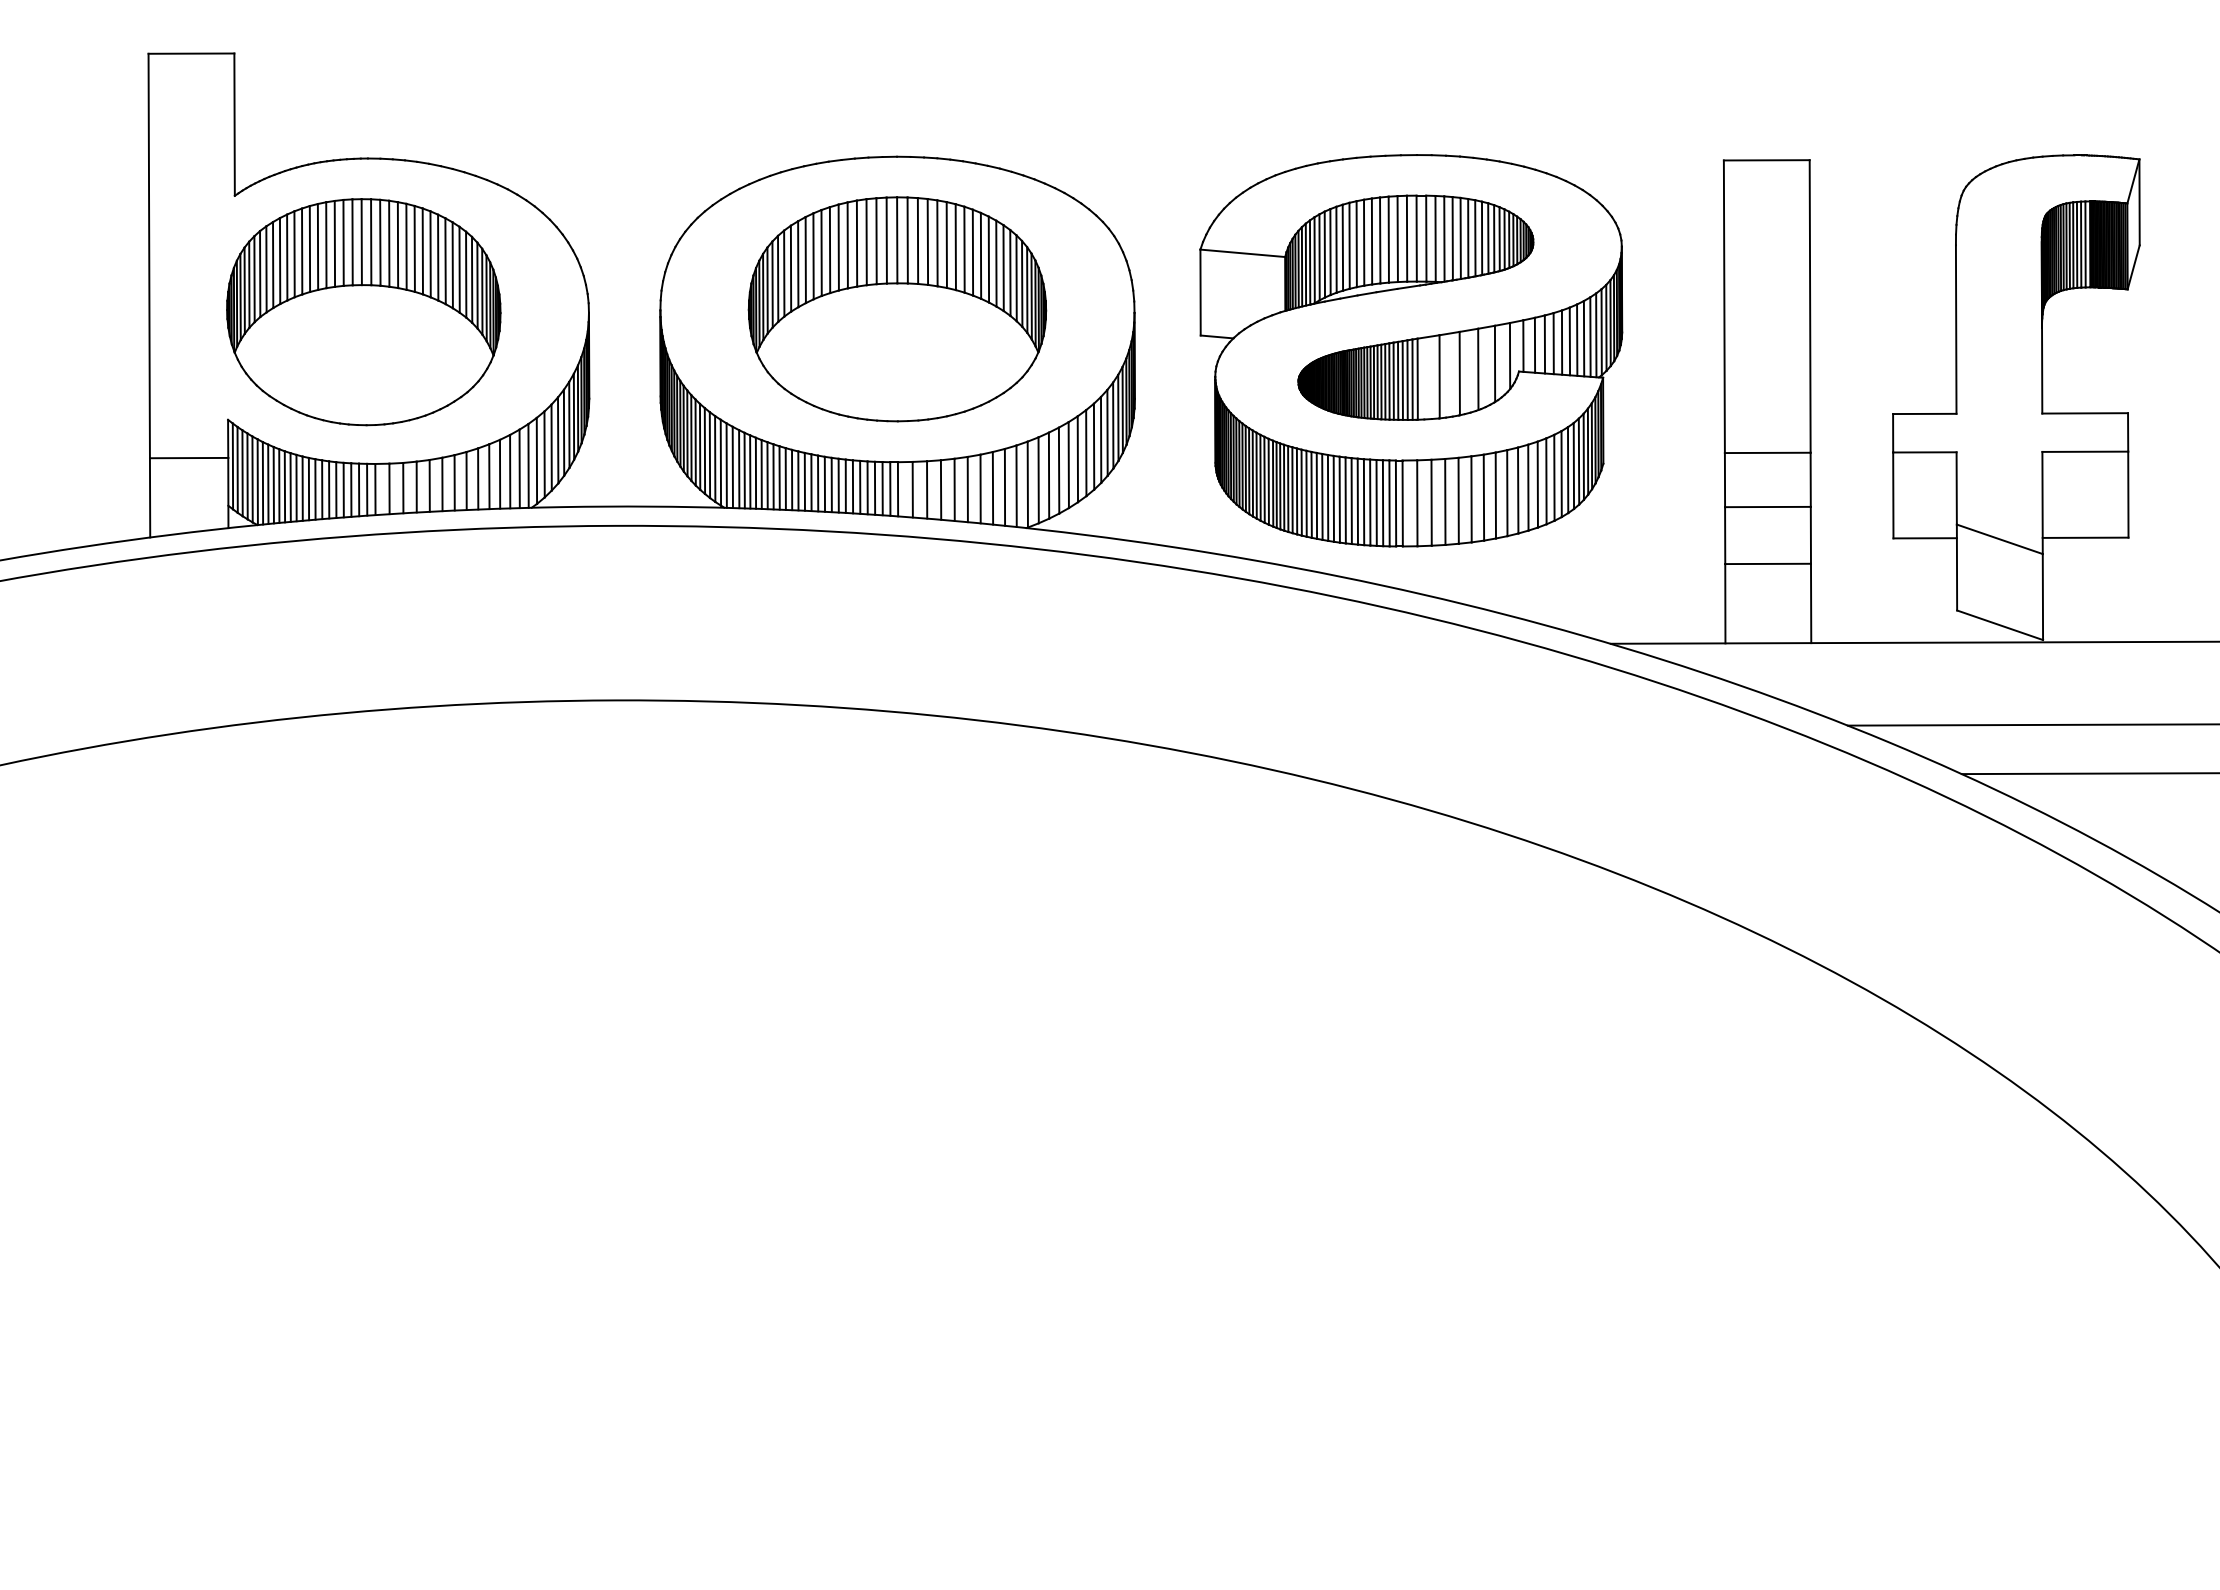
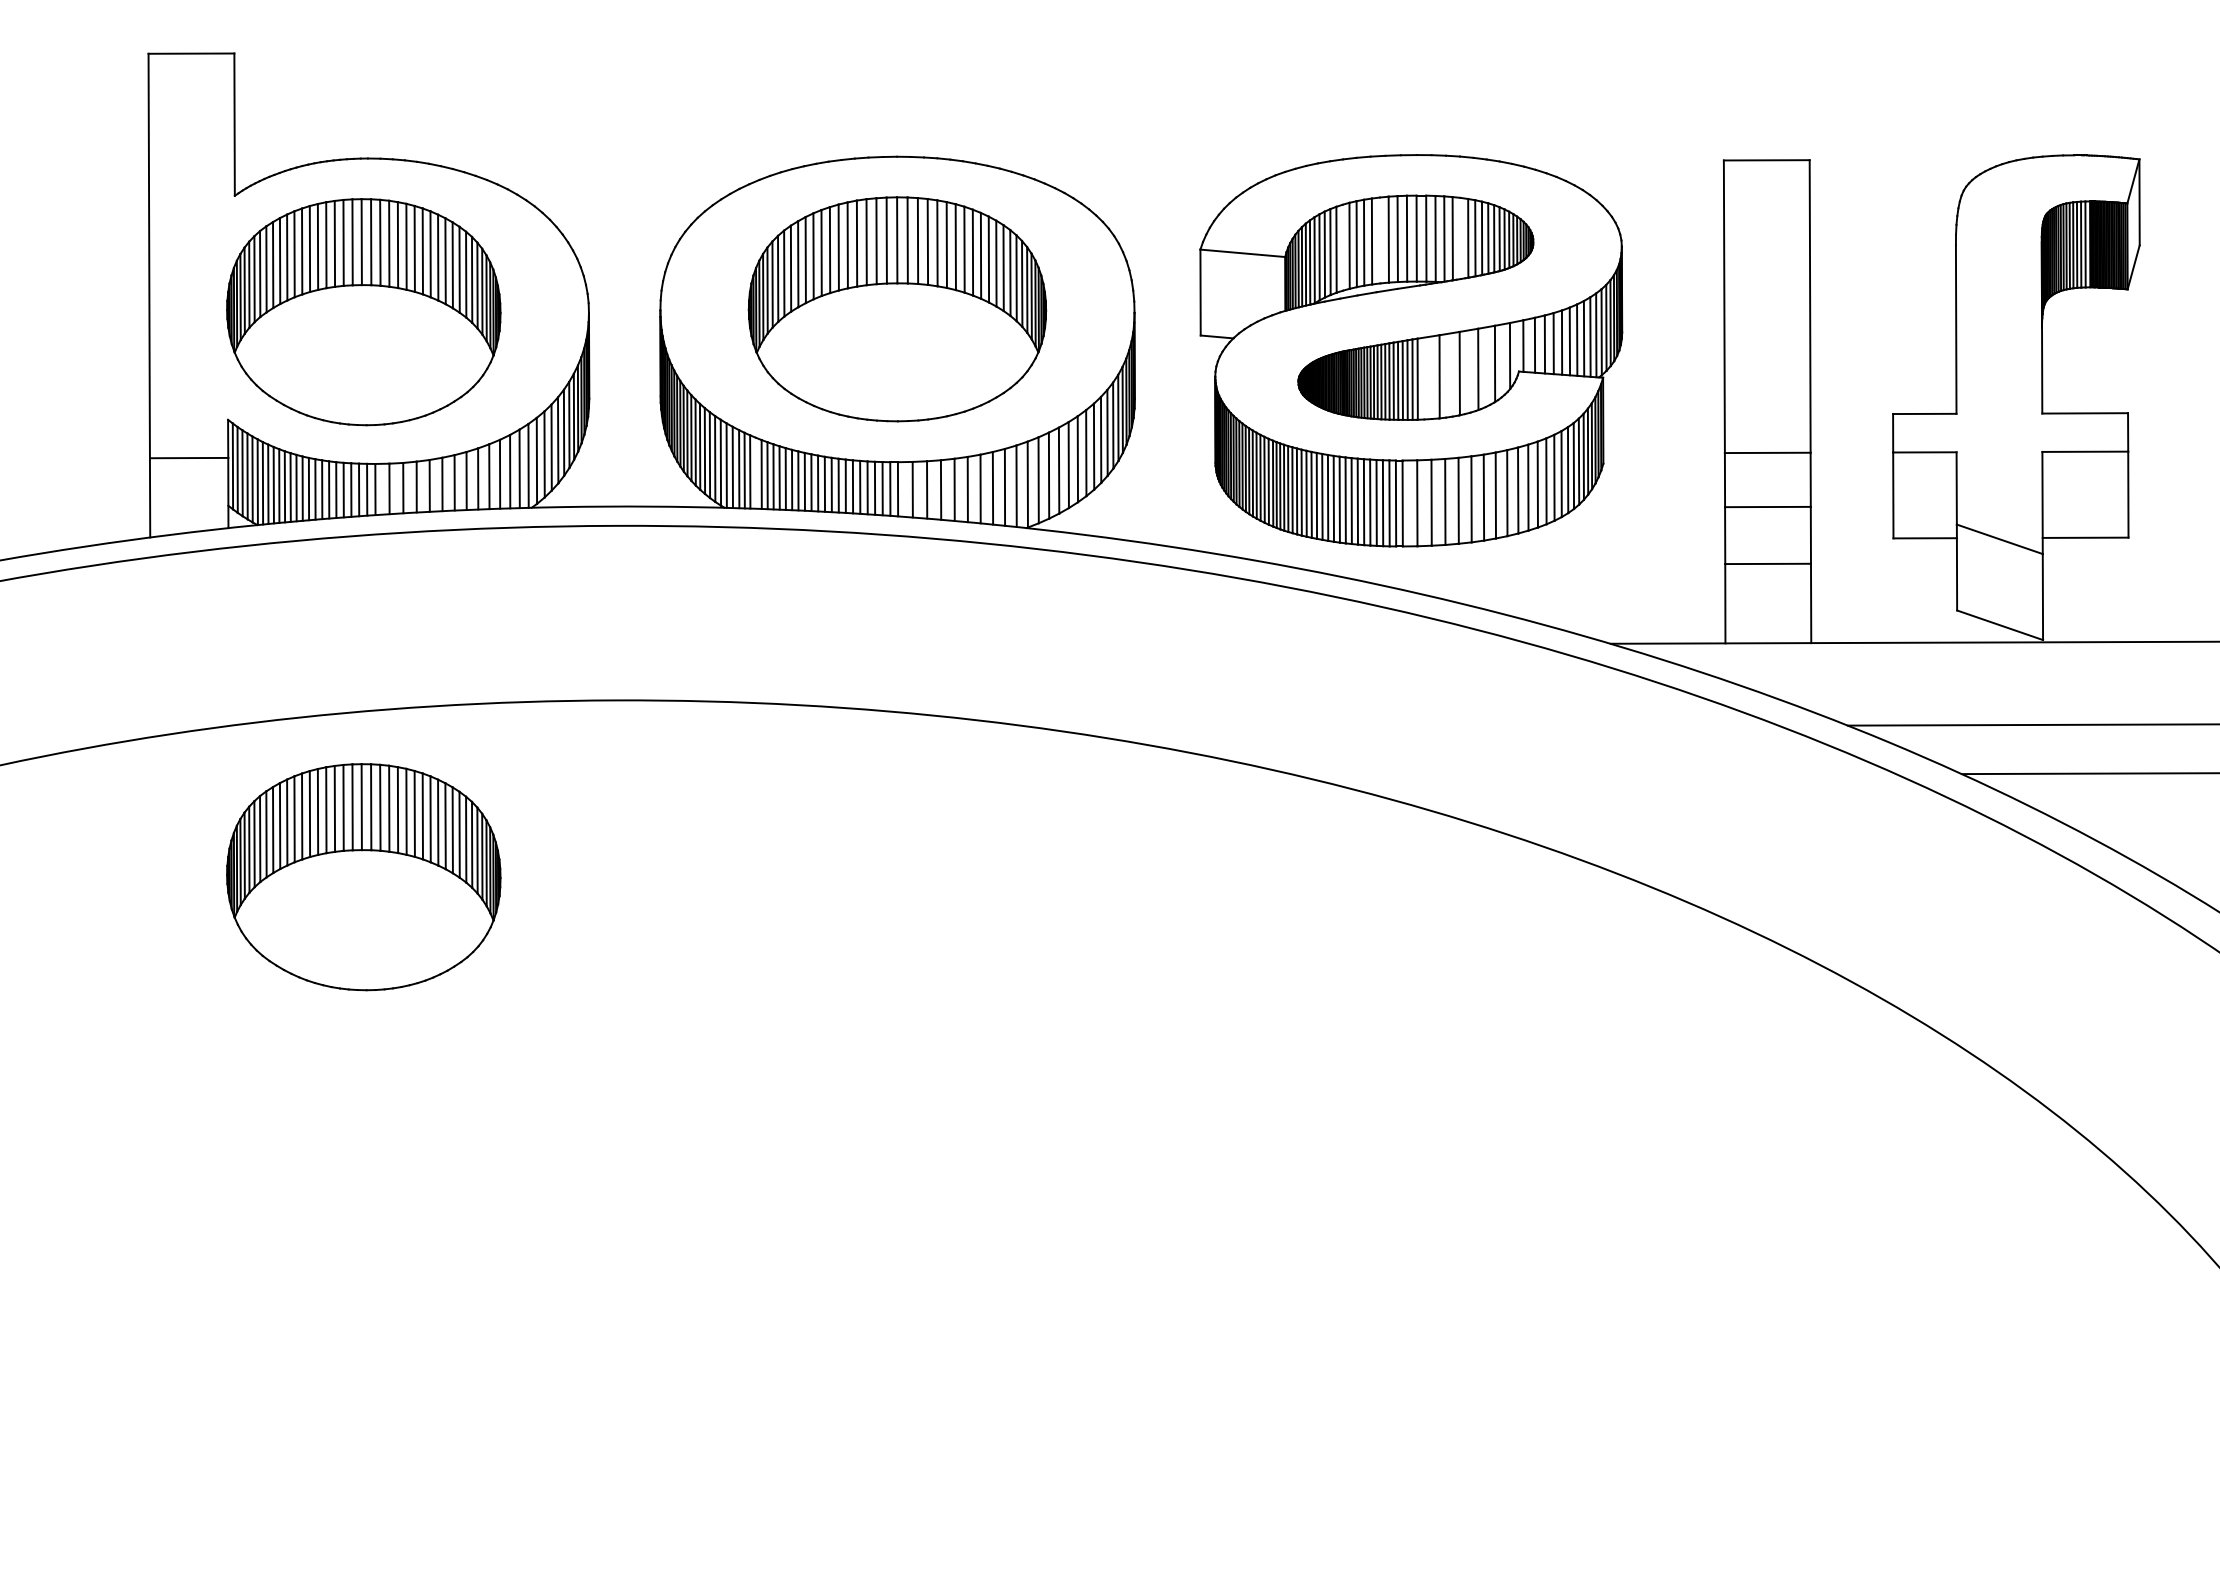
line at (1460, 238): present -> none
line at (1380, 240): present -> none
line at (1342, 247): present -> none
line at (755, 472): present -> none
part at (363, 877): none -> present
